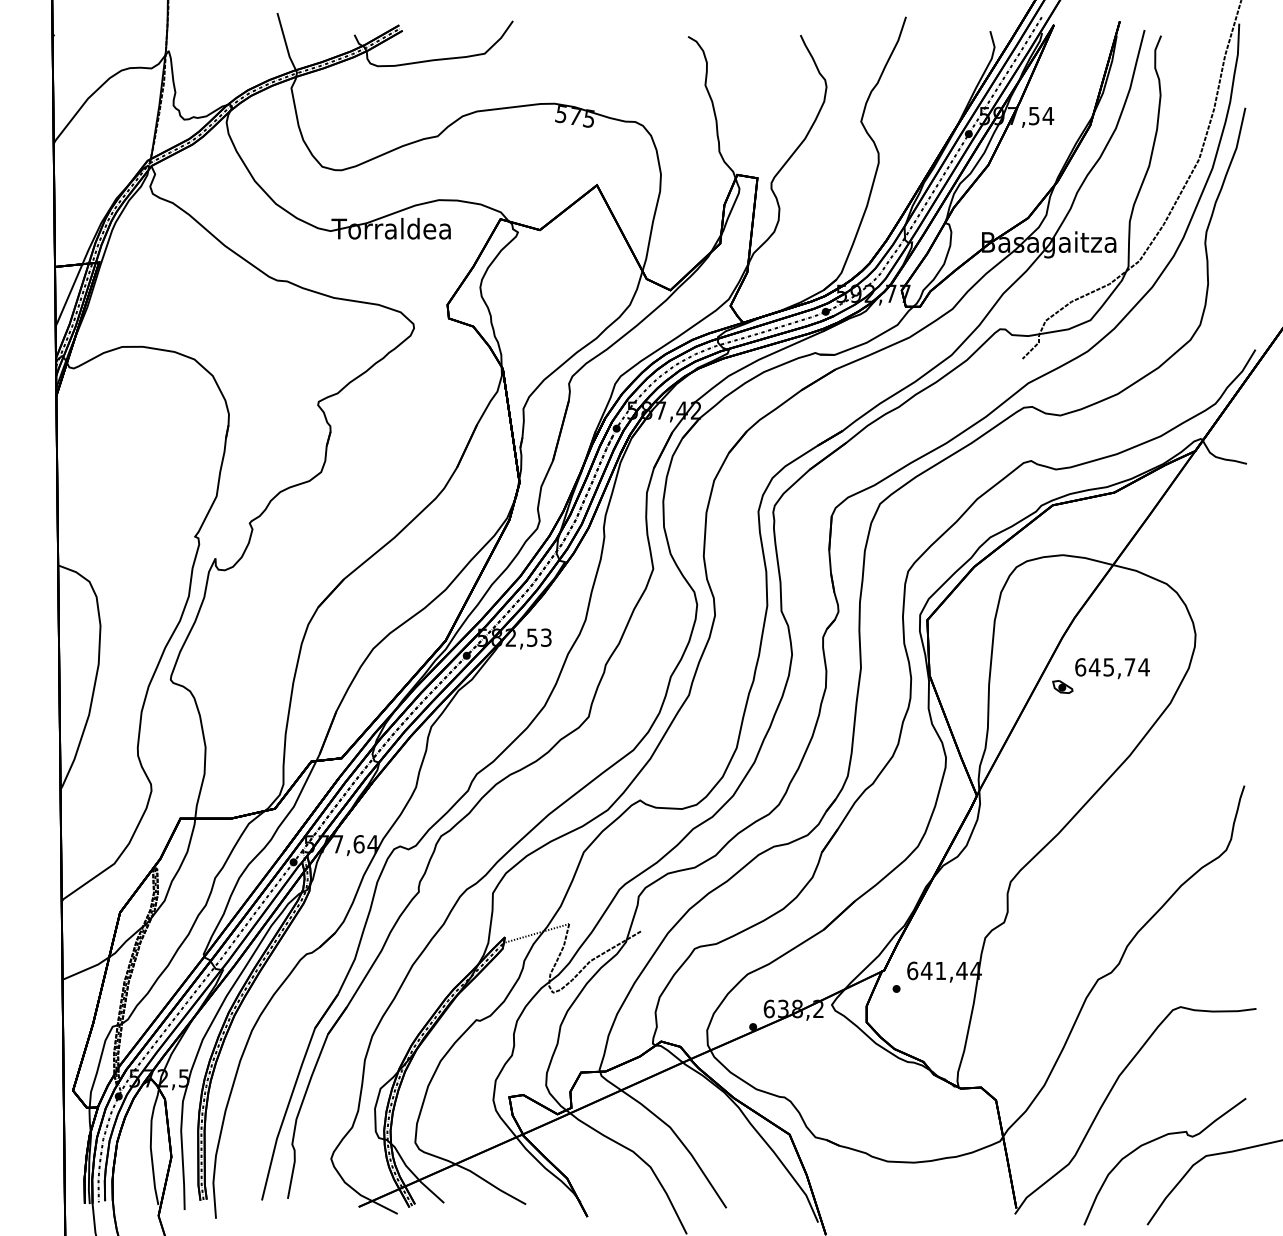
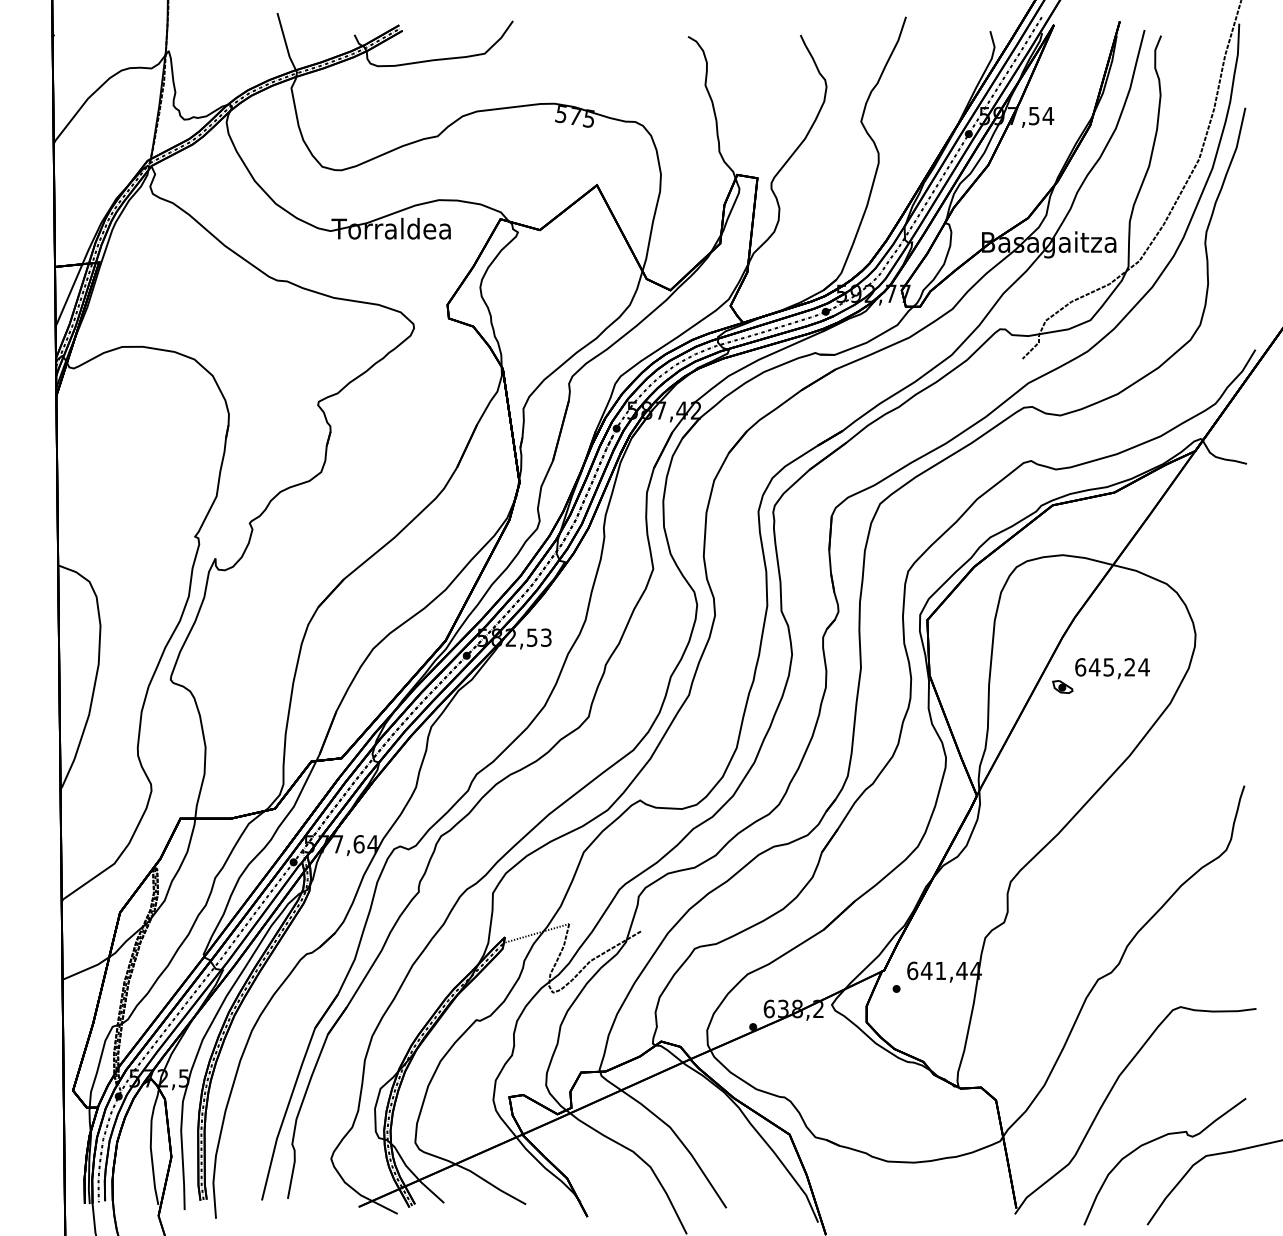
text at (1129, 667): 645,74 -> 645,24
